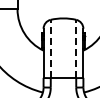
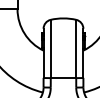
line at (50, 48): dashed -> solid
line at (76, 48): dashed -> solid
